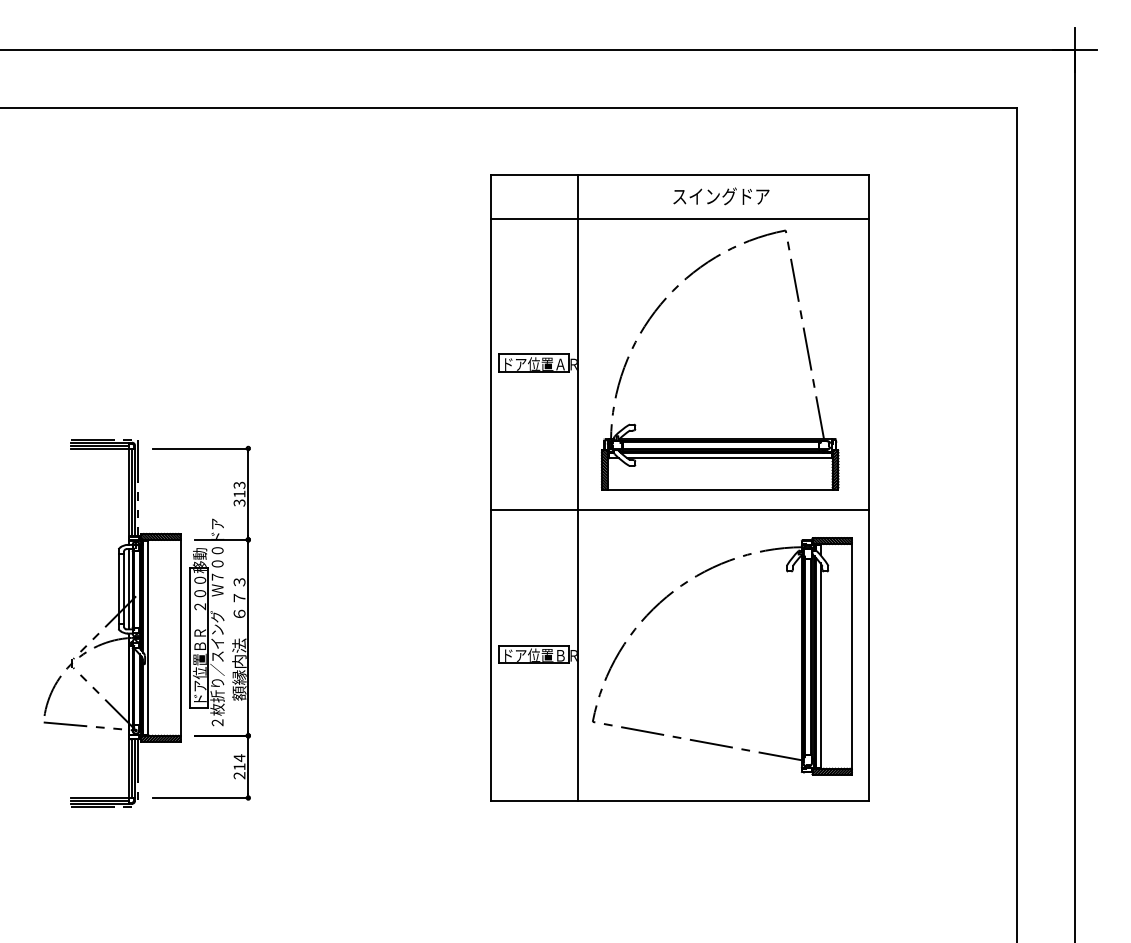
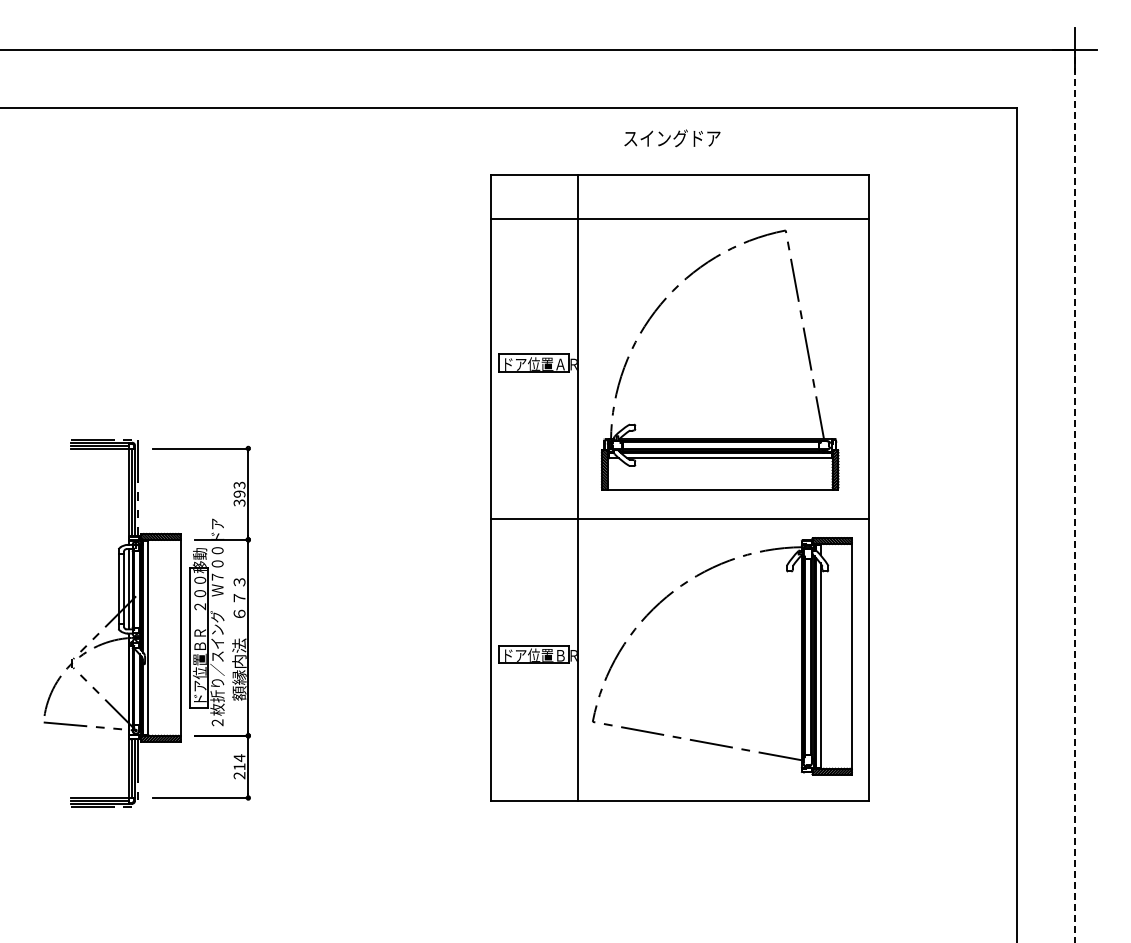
text at (721, 196) position: (721, 196) -> (672, 138)
text at (239, 493): 313 -> 393
line at (1075, 495): solid -> dashed
line at (679, 510) position: (679, 510) -> (679, 519)
